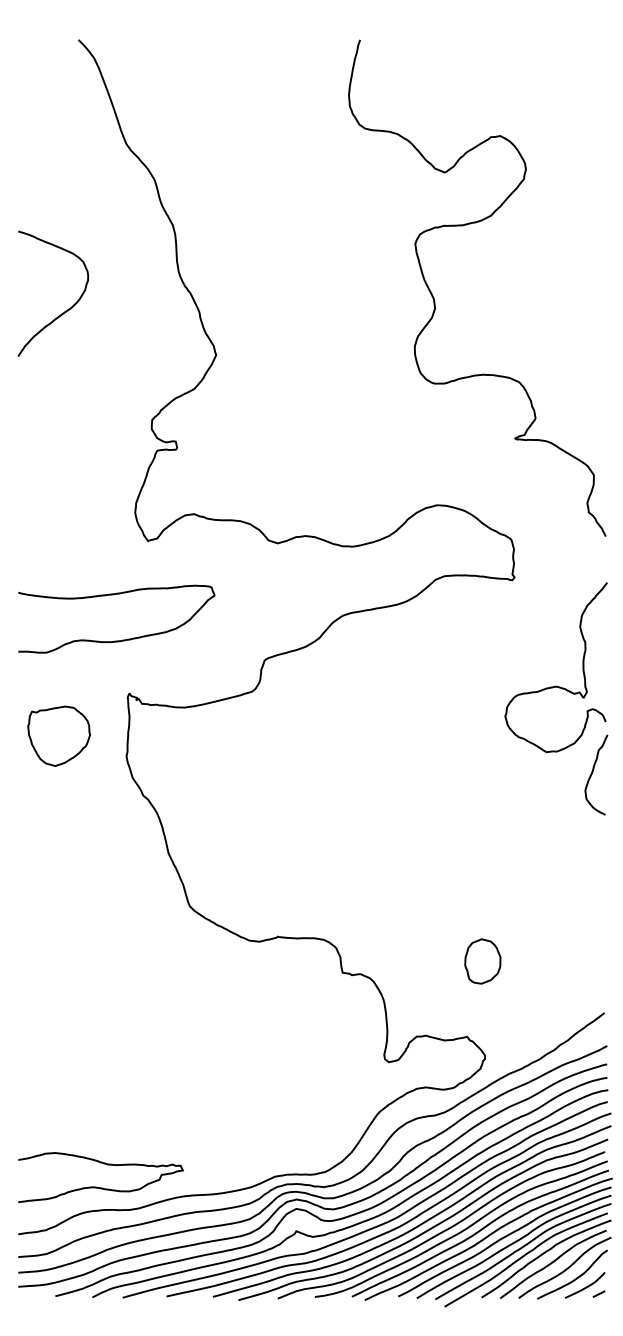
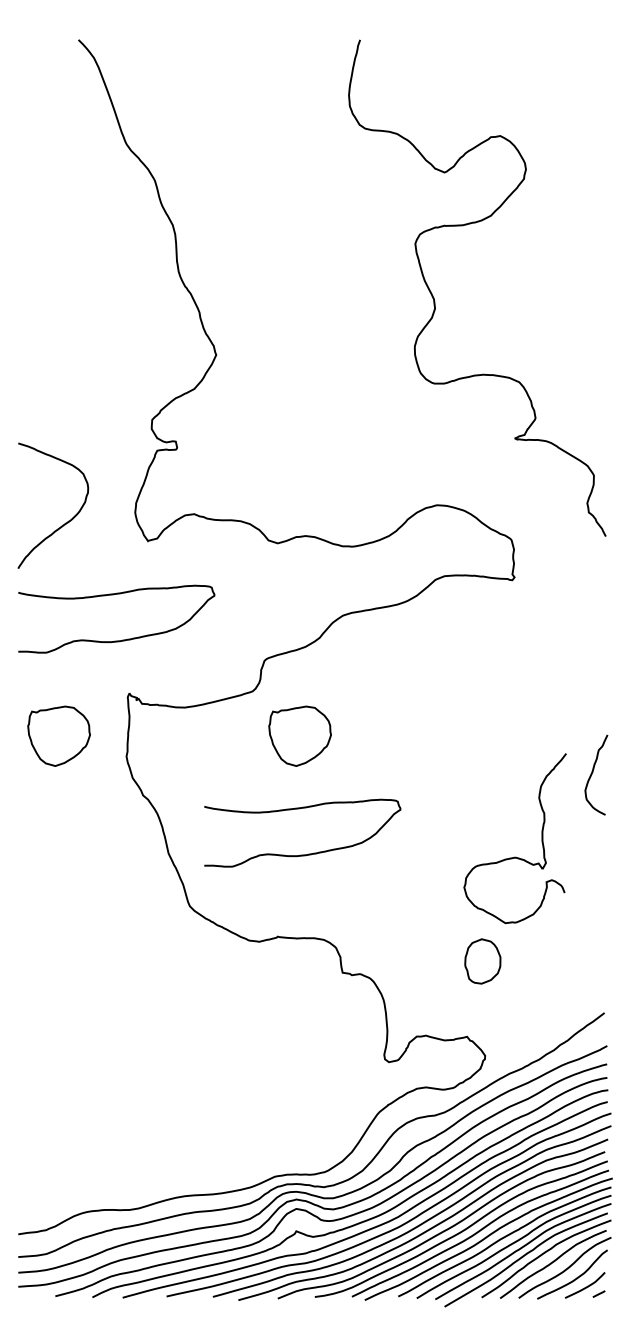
curve at (65, 310) position: (65, 310) -> (65, 522)
curve at (555, 685) position: (555, 685) -> (514, 856)
part at (299, 735): none -> present
curve at (308, 853): none -> present
curve at (97, 1186): present -> none
